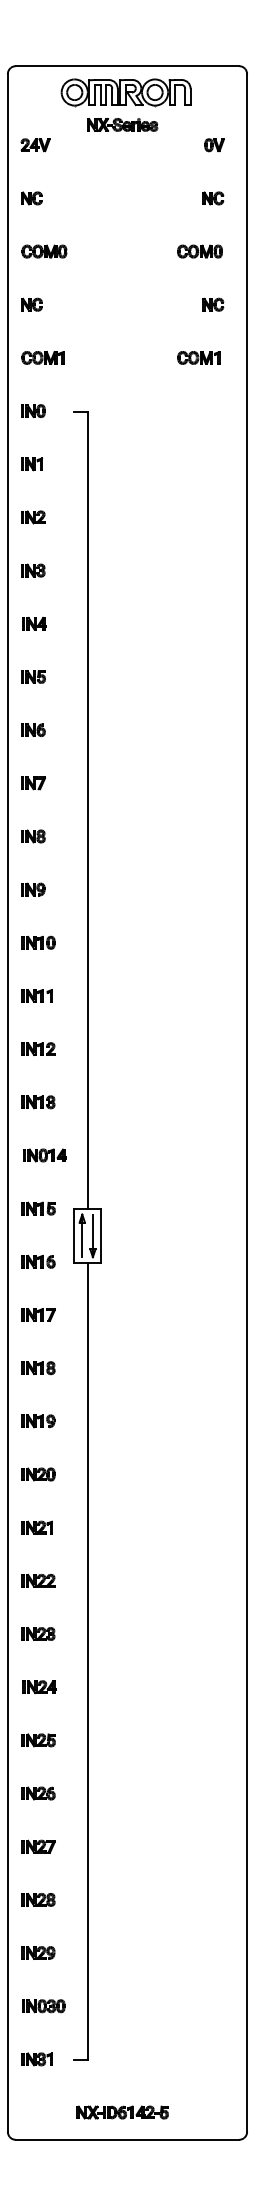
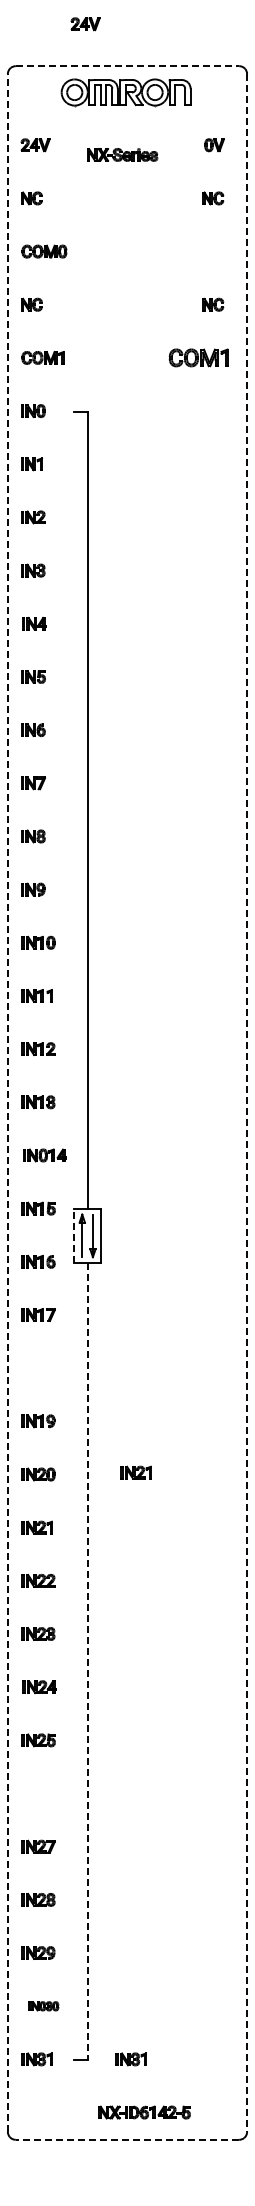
part at (85, 24): none -> present
line at (127, 66): solid -> dashed
part at (122, 124) position: (122, 124) -> (122, 154)
part at (199, 251): present -> none
part at (198, 357) size: 44x14 px -> 61x20 px
line at (7, 1102): solid -> dashed
line at (247, 1102): solid -> dashed
line at (74, 1235): solid -> dashed
part at (38, 1368): present -> none
part at (135, 1472): none -> present
line at (87, 1661): solid -> dashed
part at (38, 1793): present -> none
part at (43, 2006) size: 44x15 px -> 32x11 px
part at (130, 2059): none -> present
part at (122, 2112) position: (122, 2112) -> (144, 2112)
line at (127, 2139): solid -> dashed
